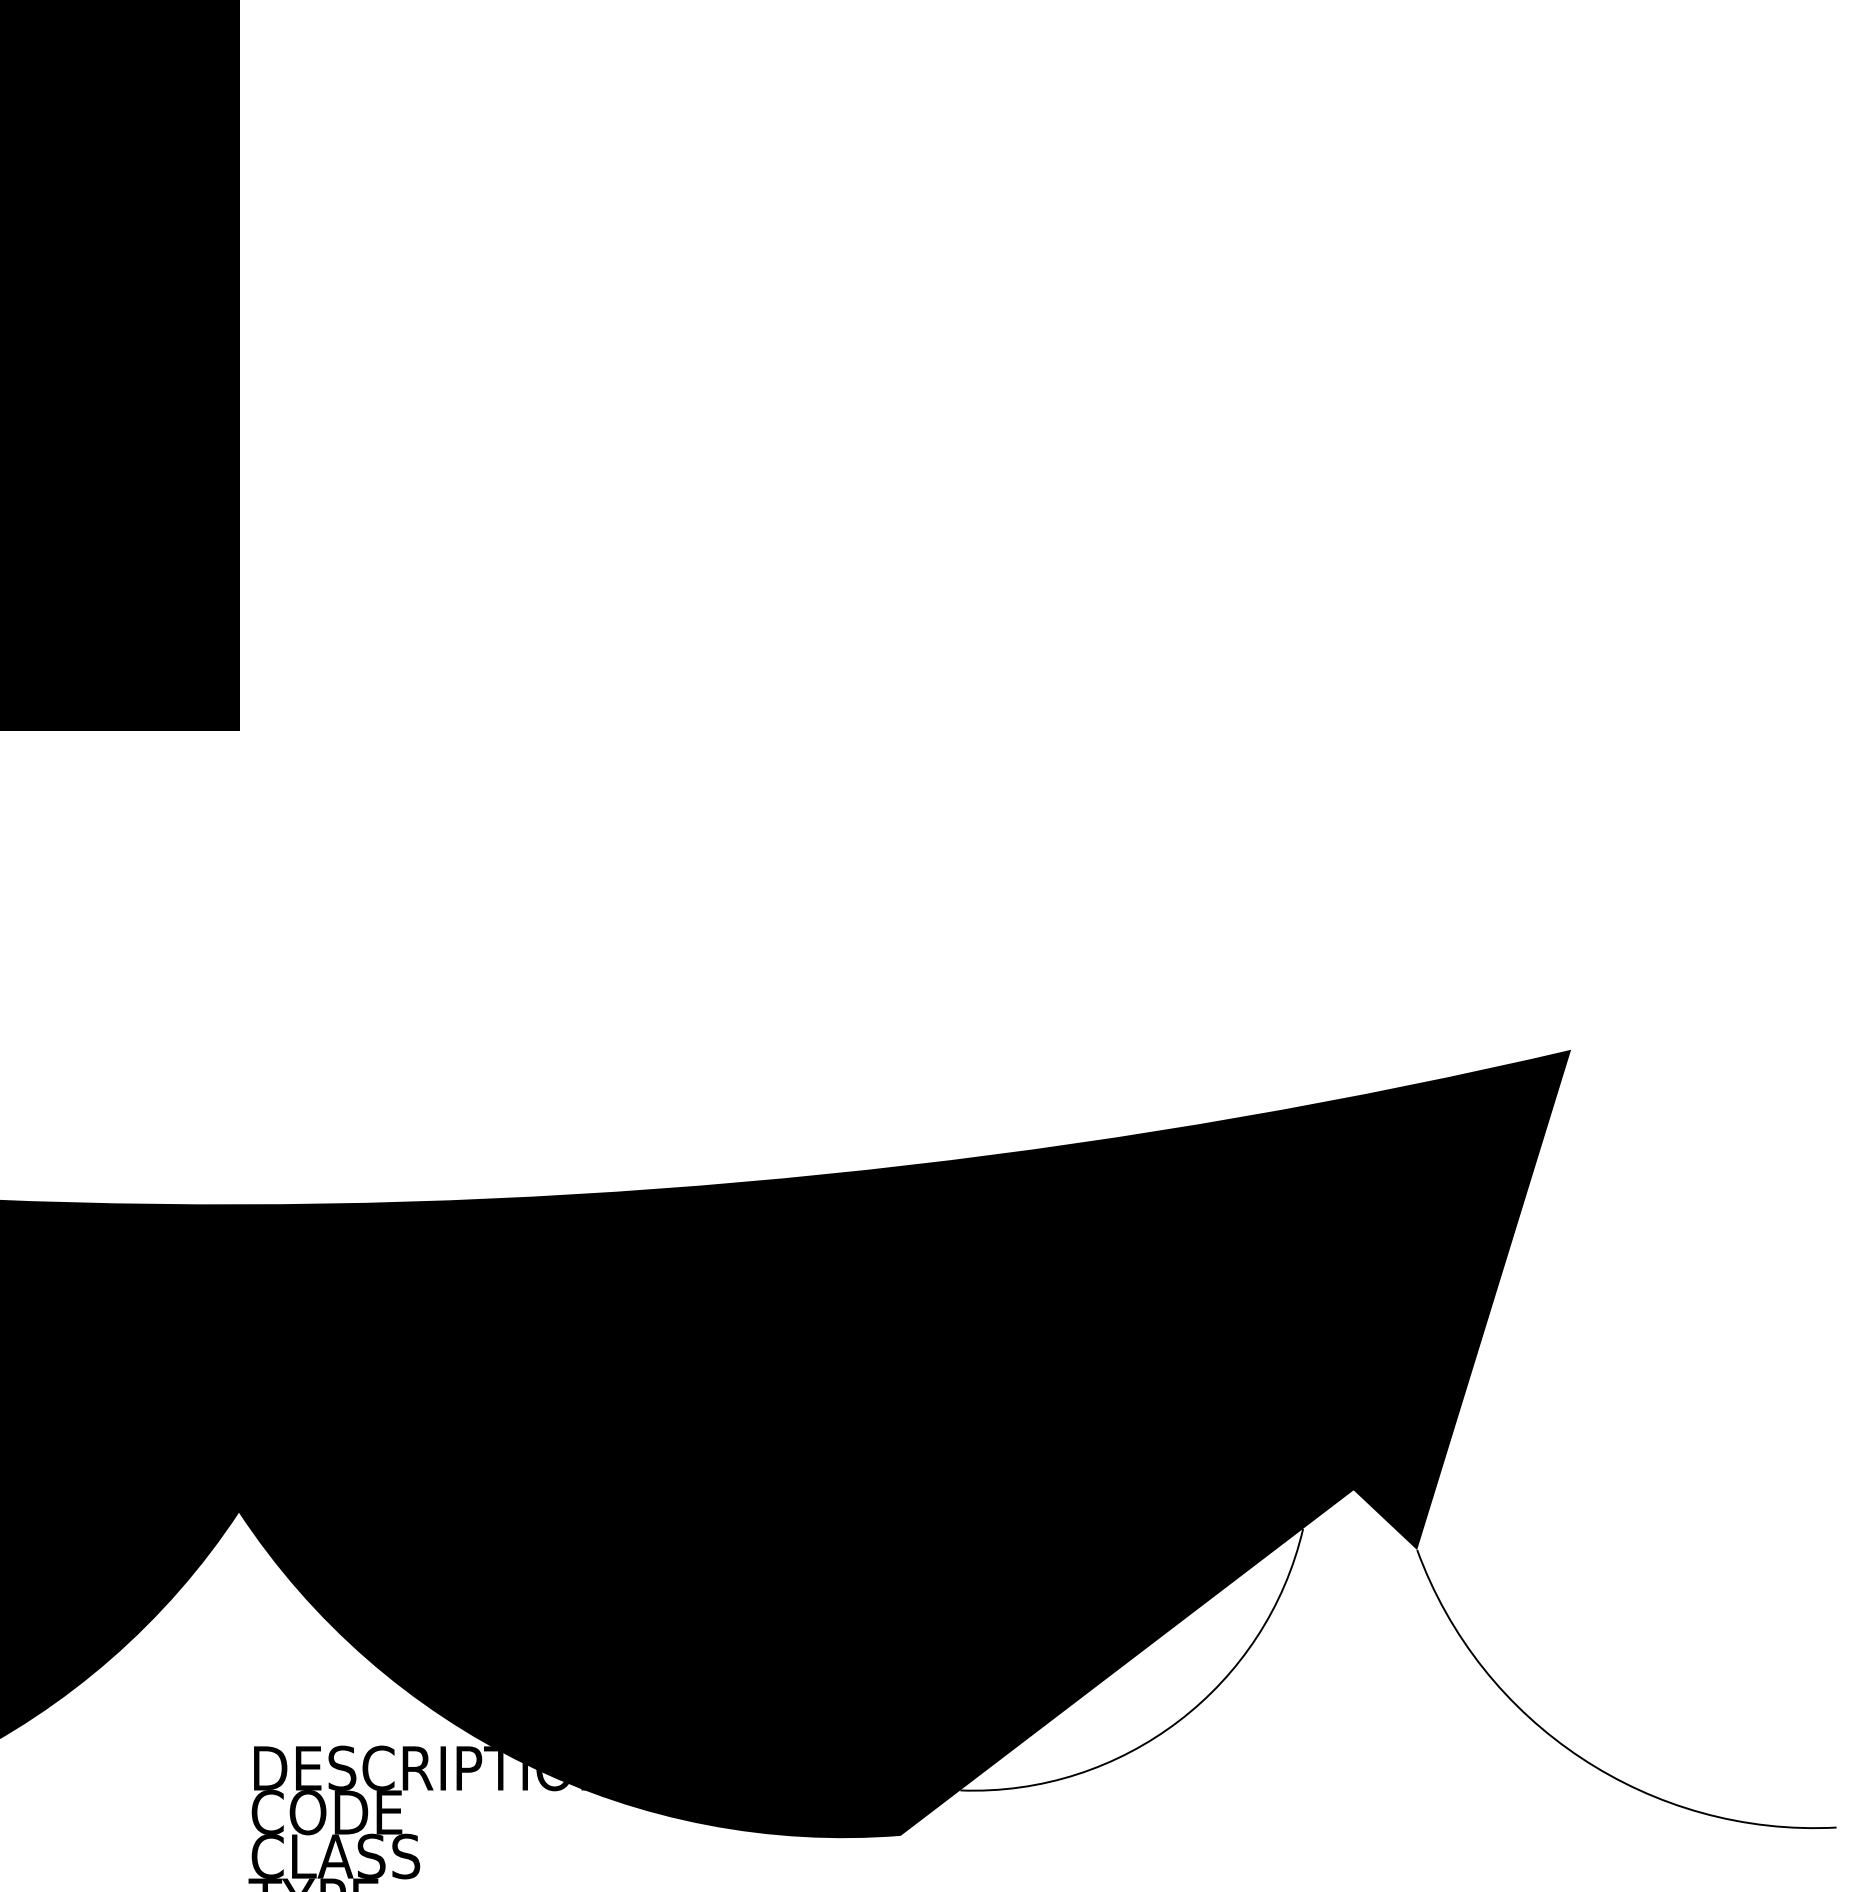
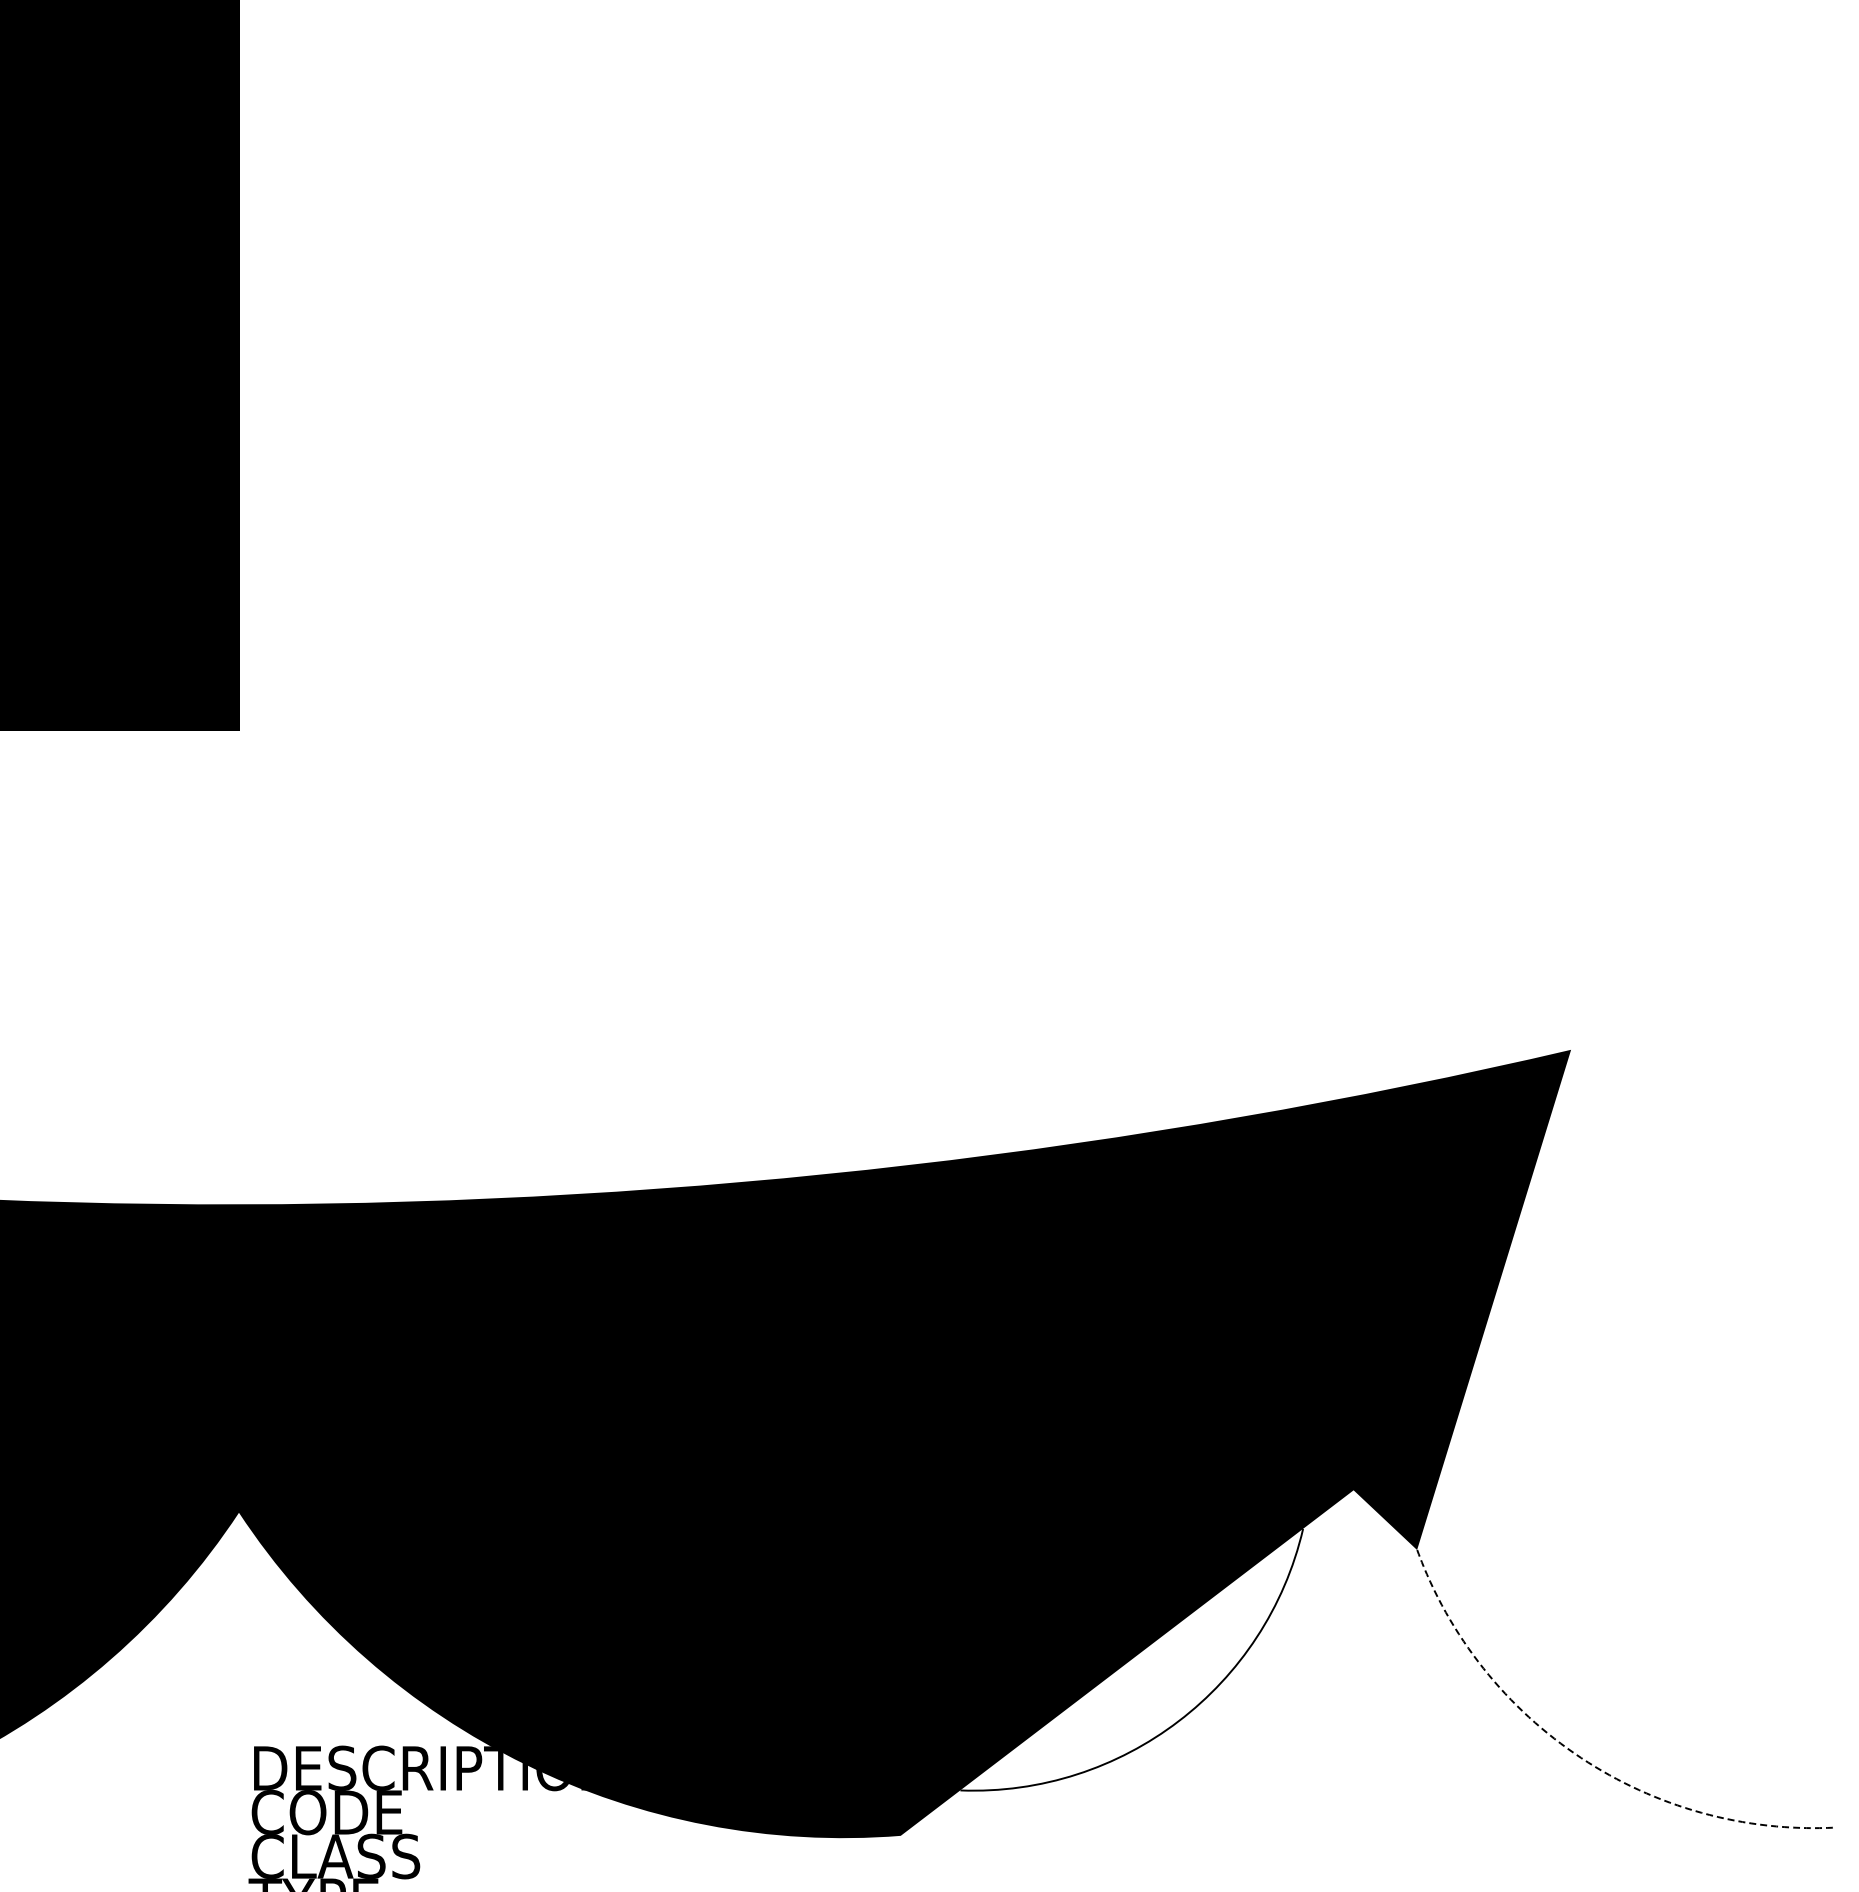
arc at (1581, 1757): solid -> dashed
